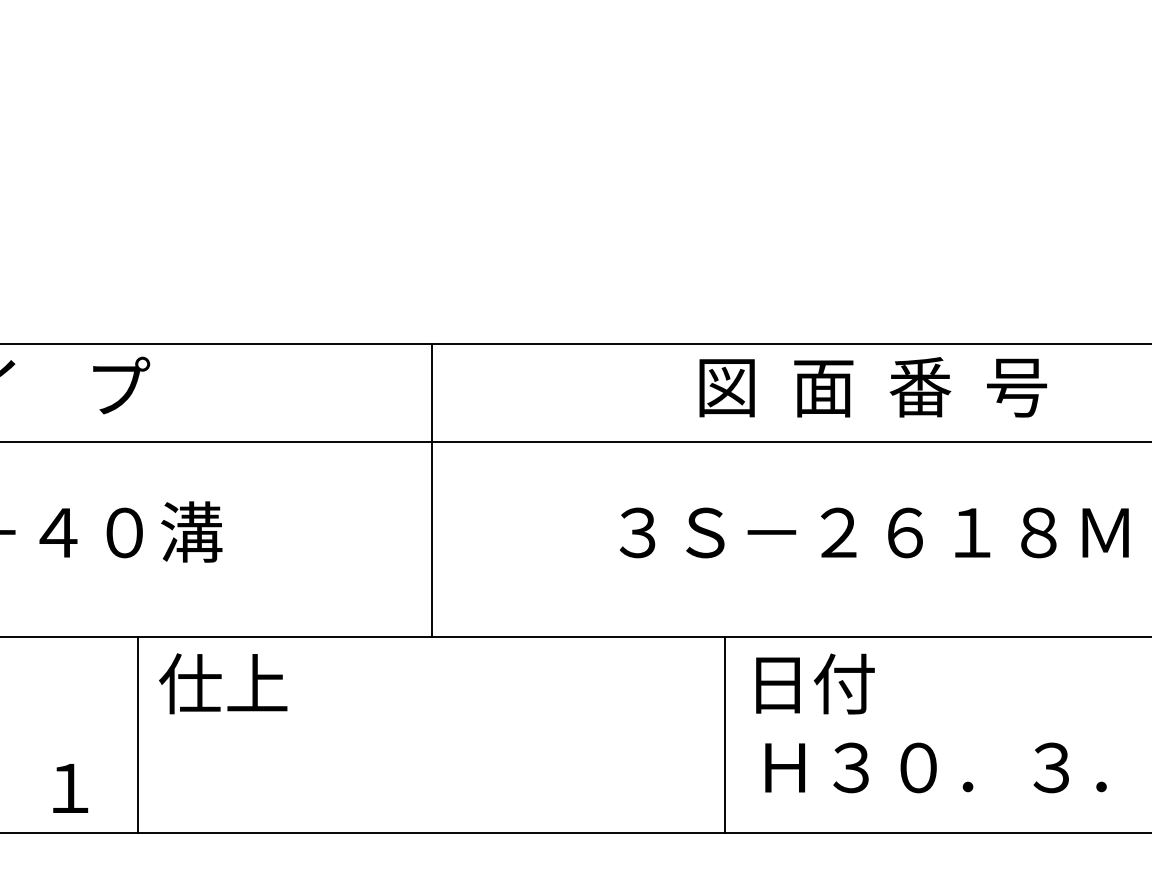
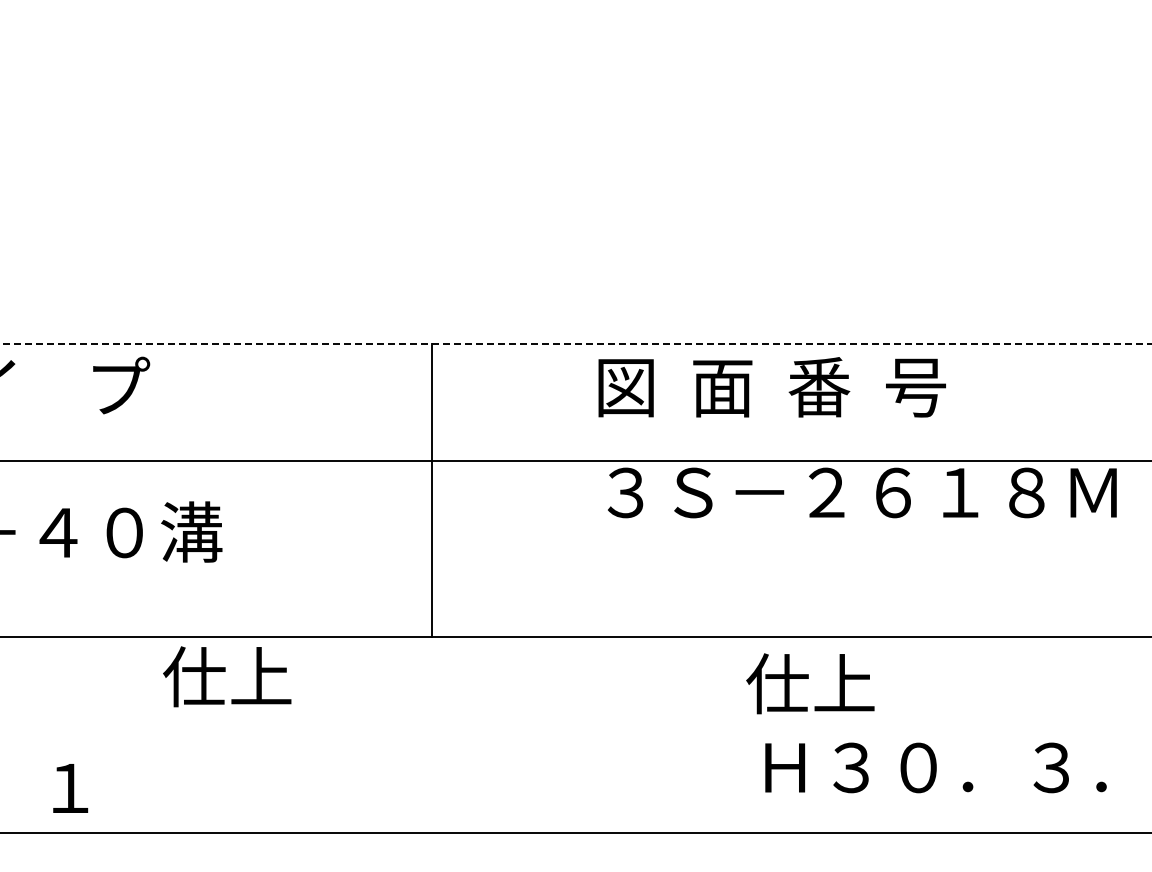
line at (576, 343): solid -> dashed
text at (872, 387) position: (872, 387) -> (771, 387)
line at (575, 441) position: (575, 441) -> (575, 460)
text at (874, 532) position: (874, 532) -> (862, 492)
text at (223, 683) position: (223, 683) -> (227, 676)
text at (810, 683): 日付 -> 仕上
line at (138, 734): present -> none
line at (725, 734): present -> none
